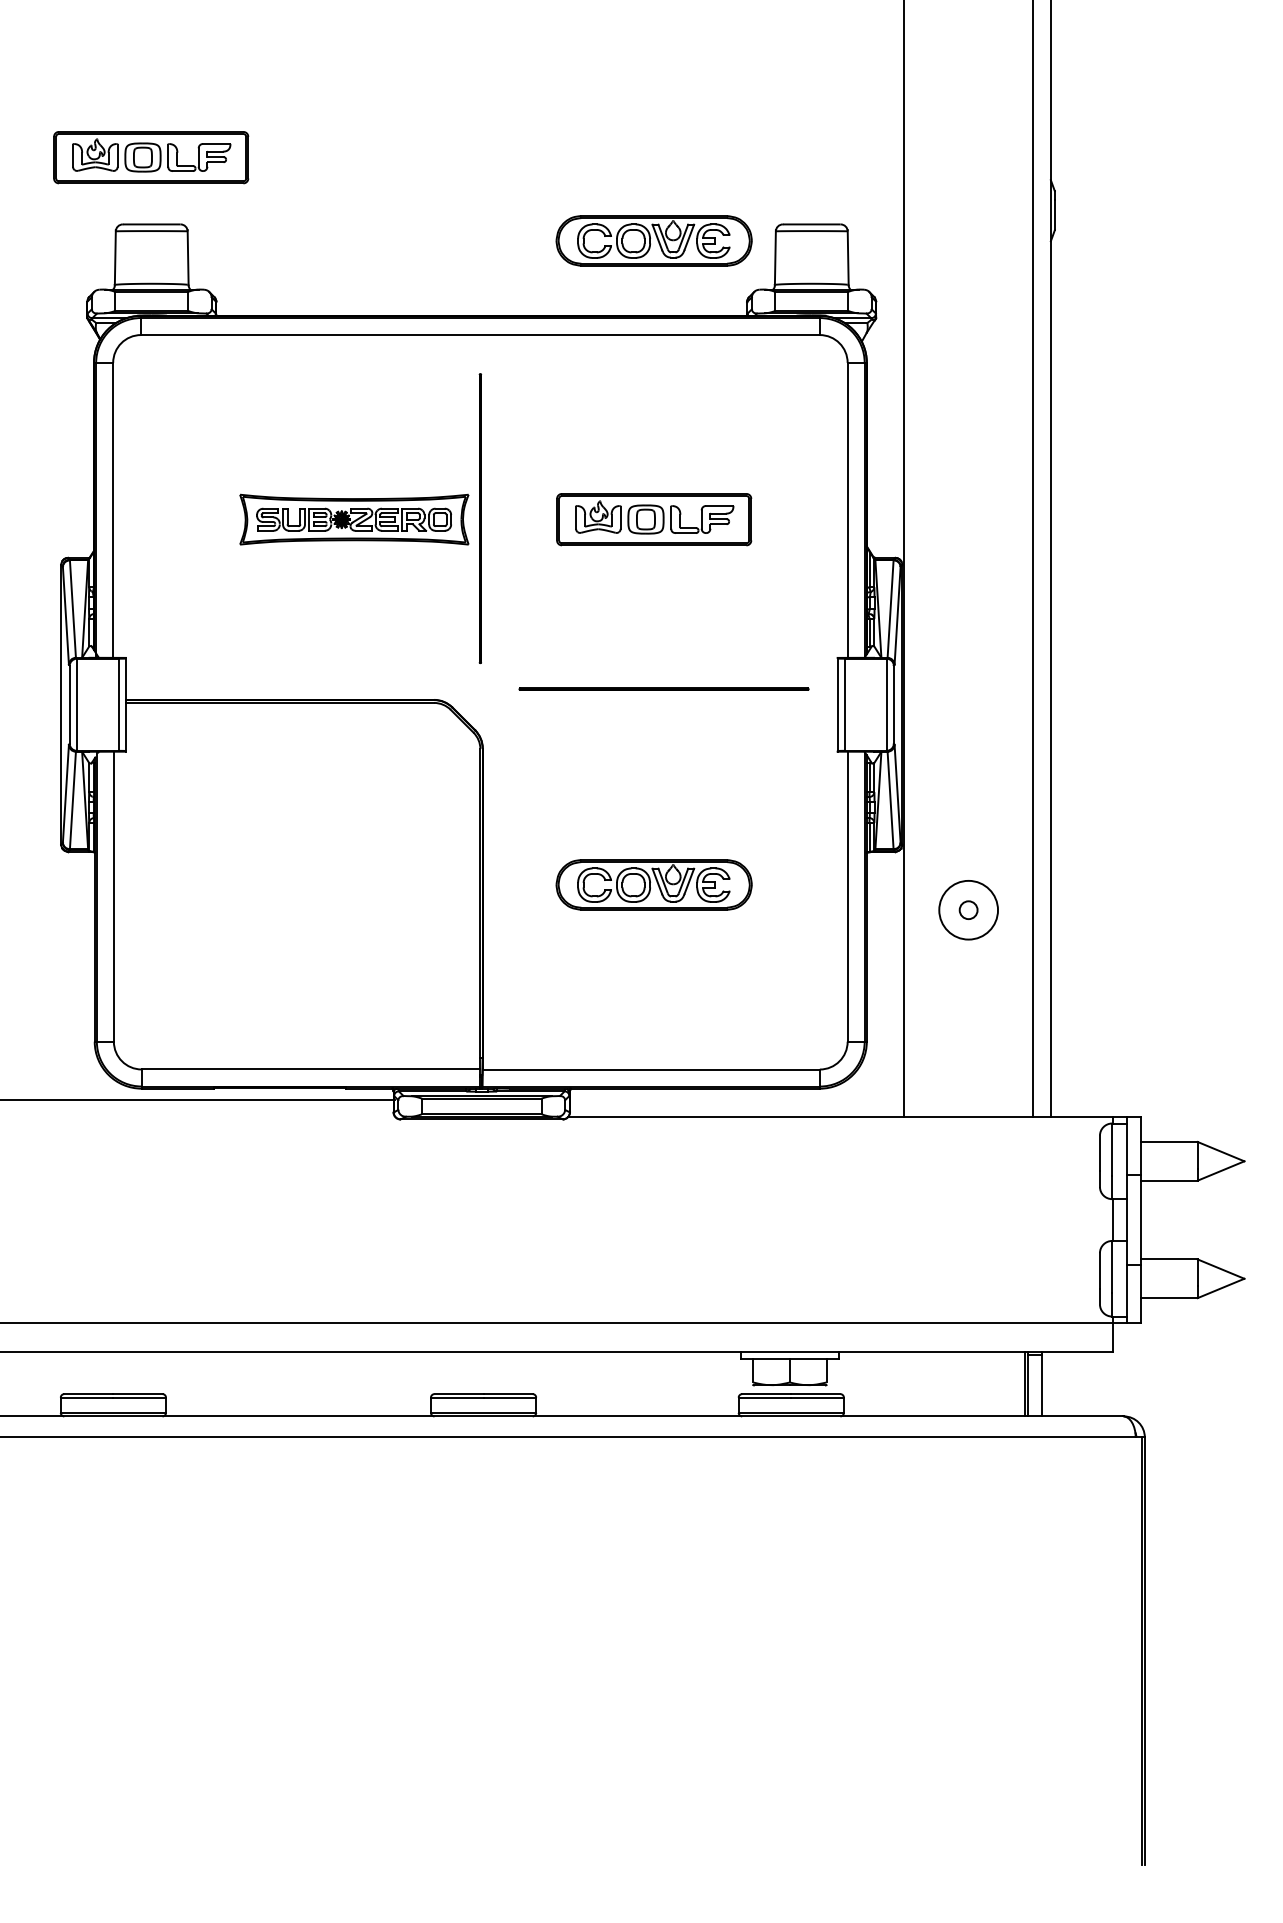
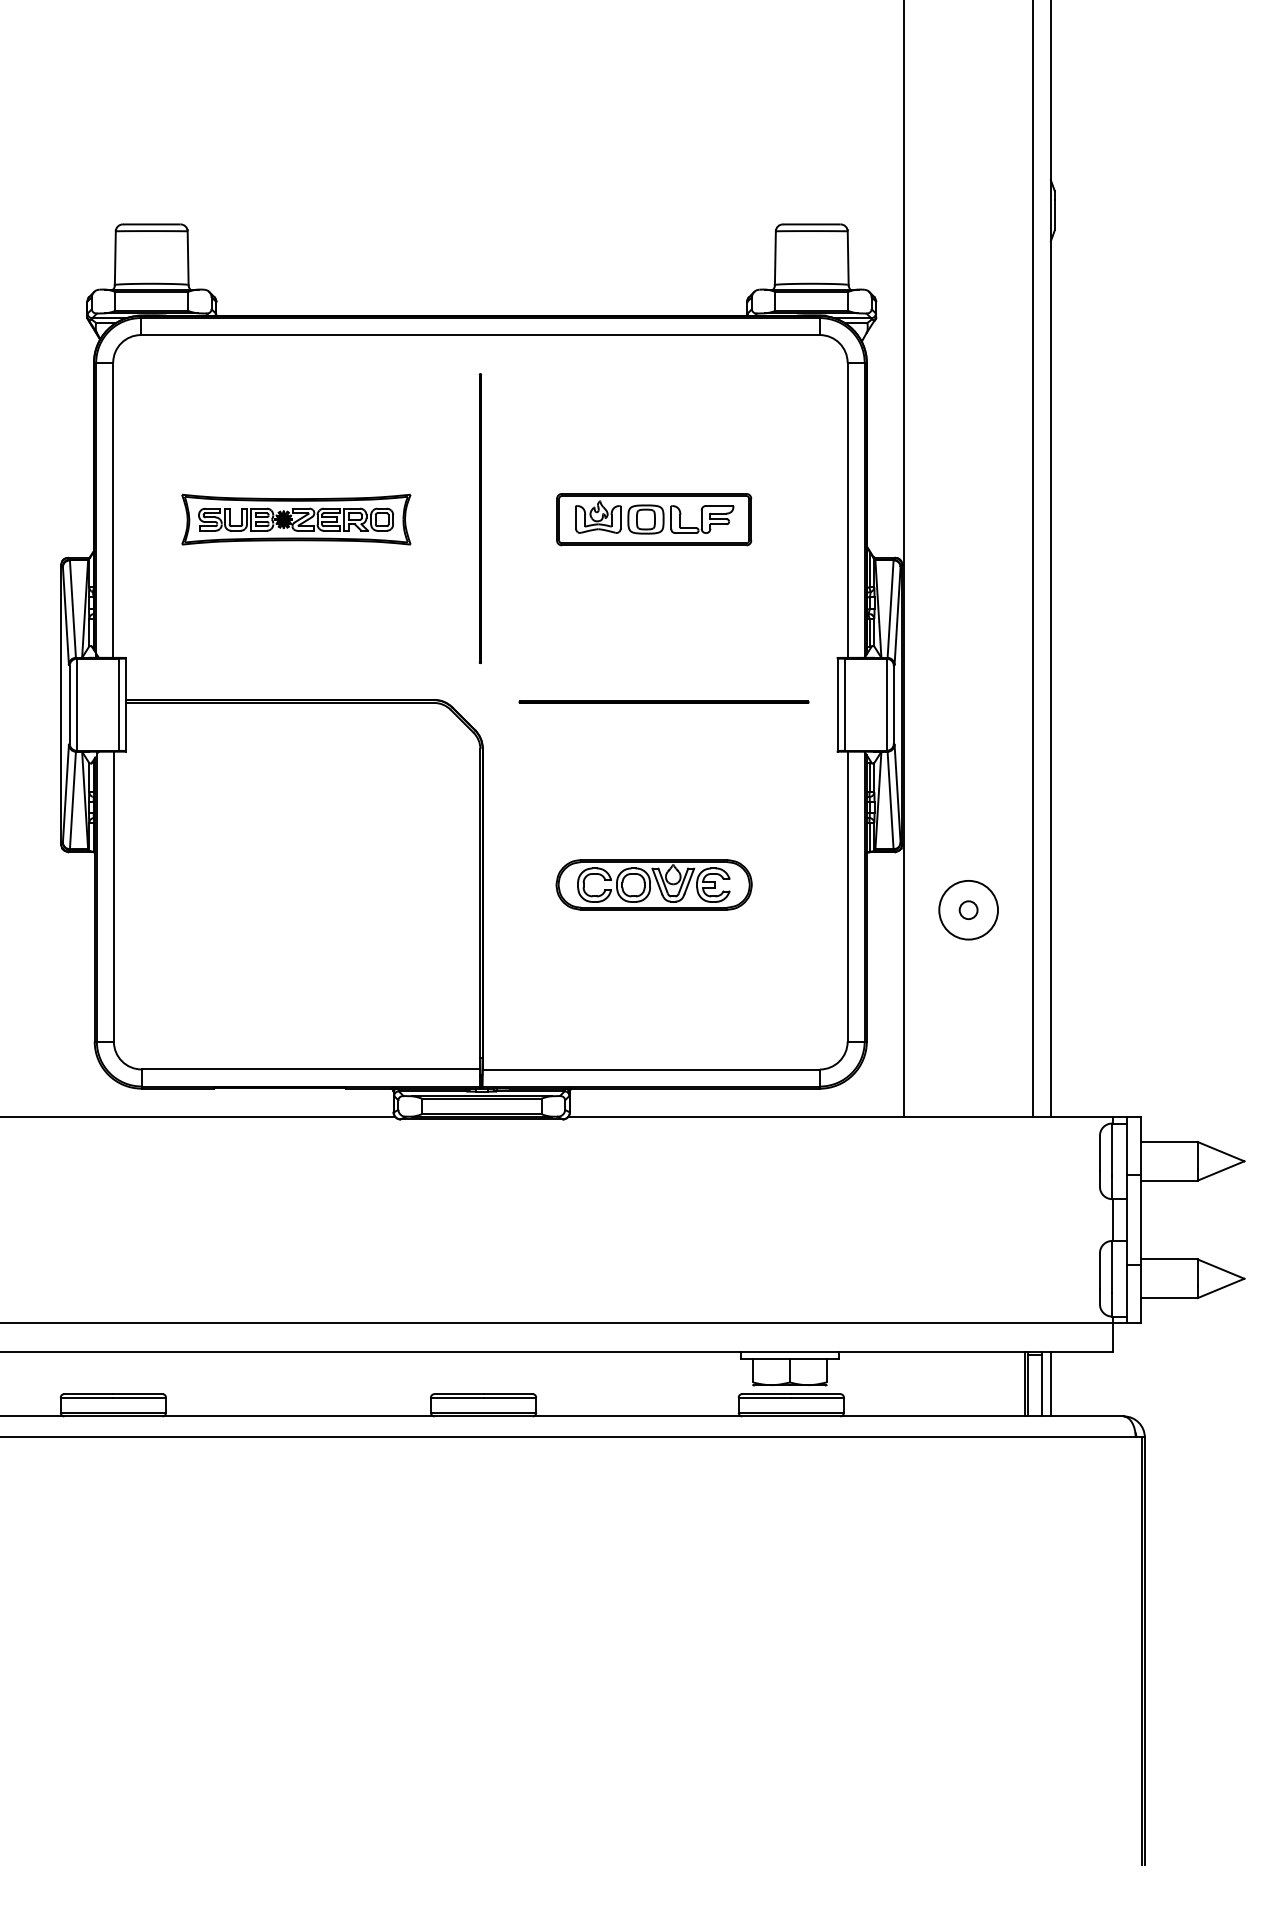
part at (151, 157): present -> none
part at (653, 240): present -> none
part at (354, 519) position: (354, 519) -> (296, 519)
line at (663, 688) position: (663, 688) -> (663, 701)
line at (198, 1099) position: (198, 1099) -> (198, 1116)
line at (1050, 1383): none -> present
